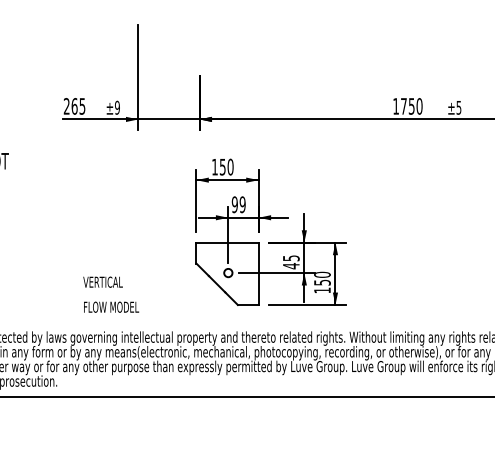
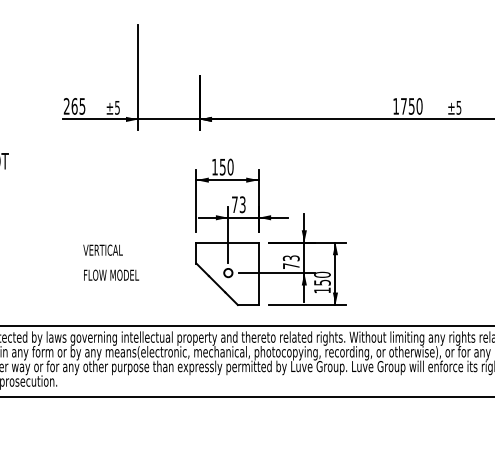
text at (117, 107): ±9 -> ±5
text at (238, 204): 99 -> 73
text at (290, 262): 45 -> 73
text at (111, 294) position: (111, 294) -> (111, 262)
line at (246, 325): none -> present
